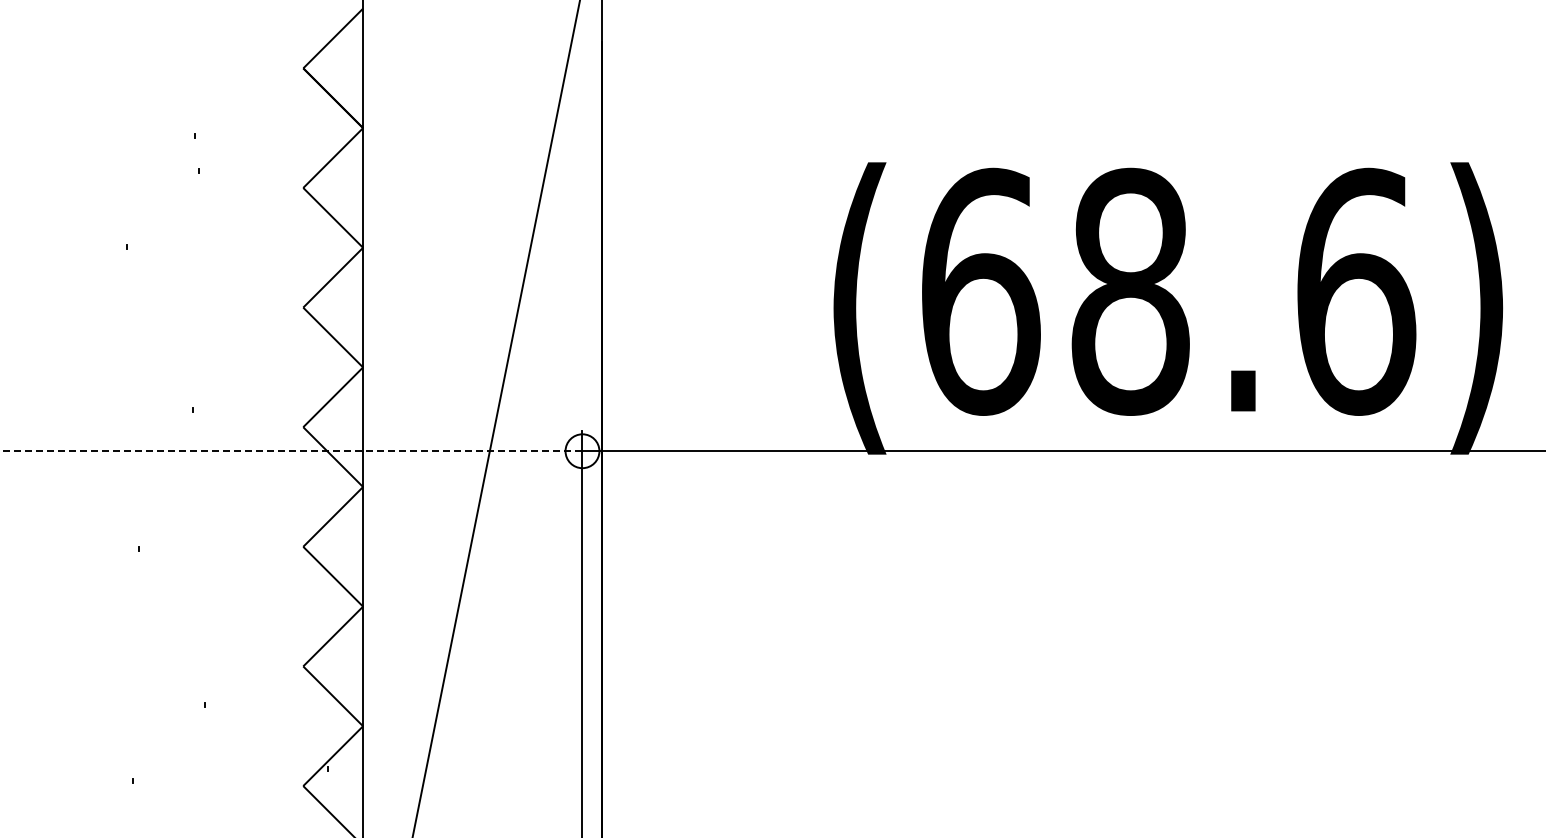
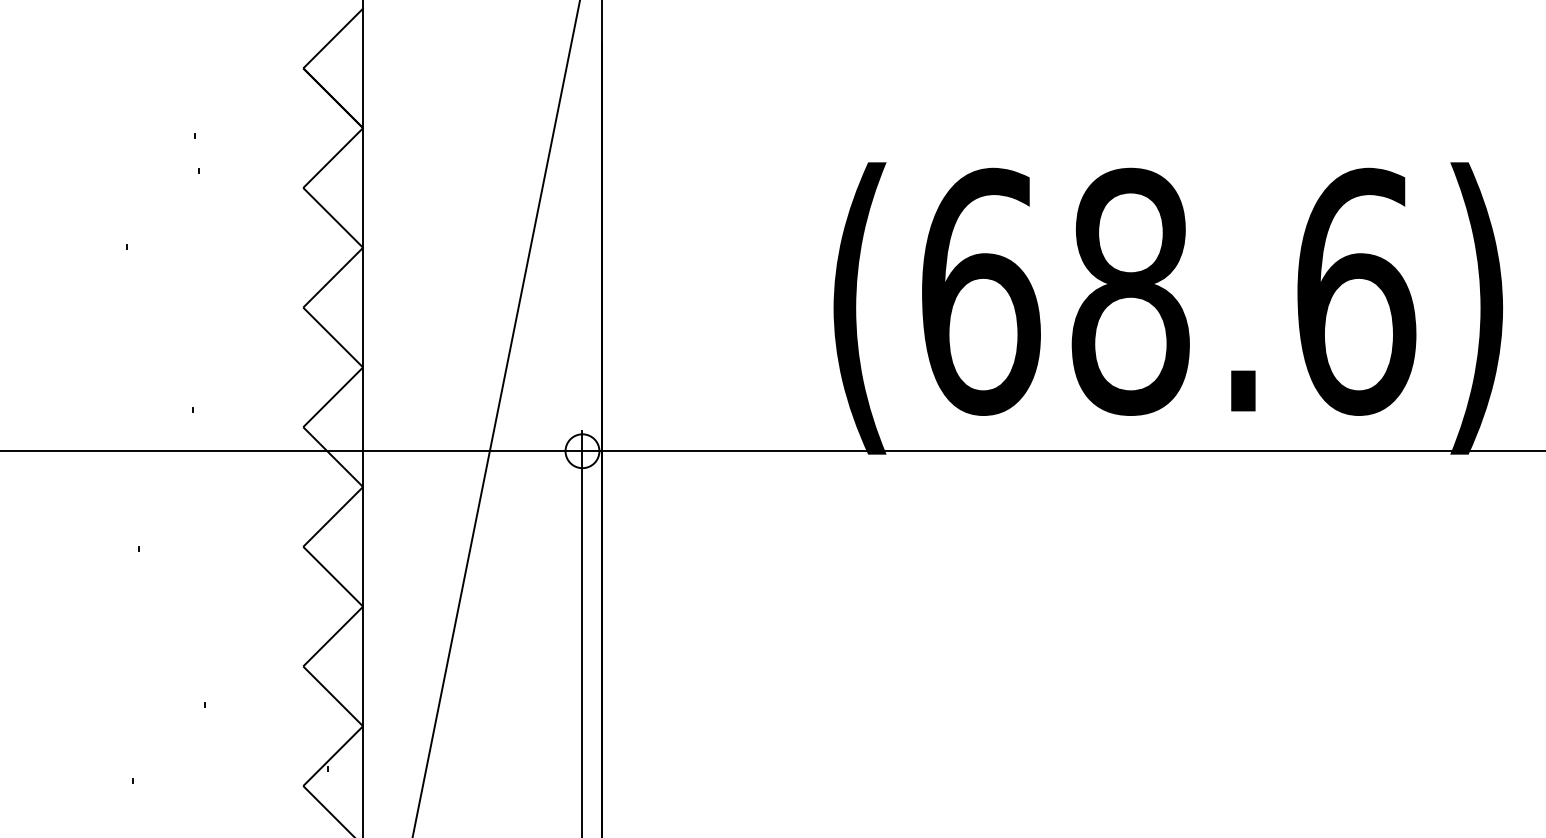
line at (290, 451): dashed -> solid
